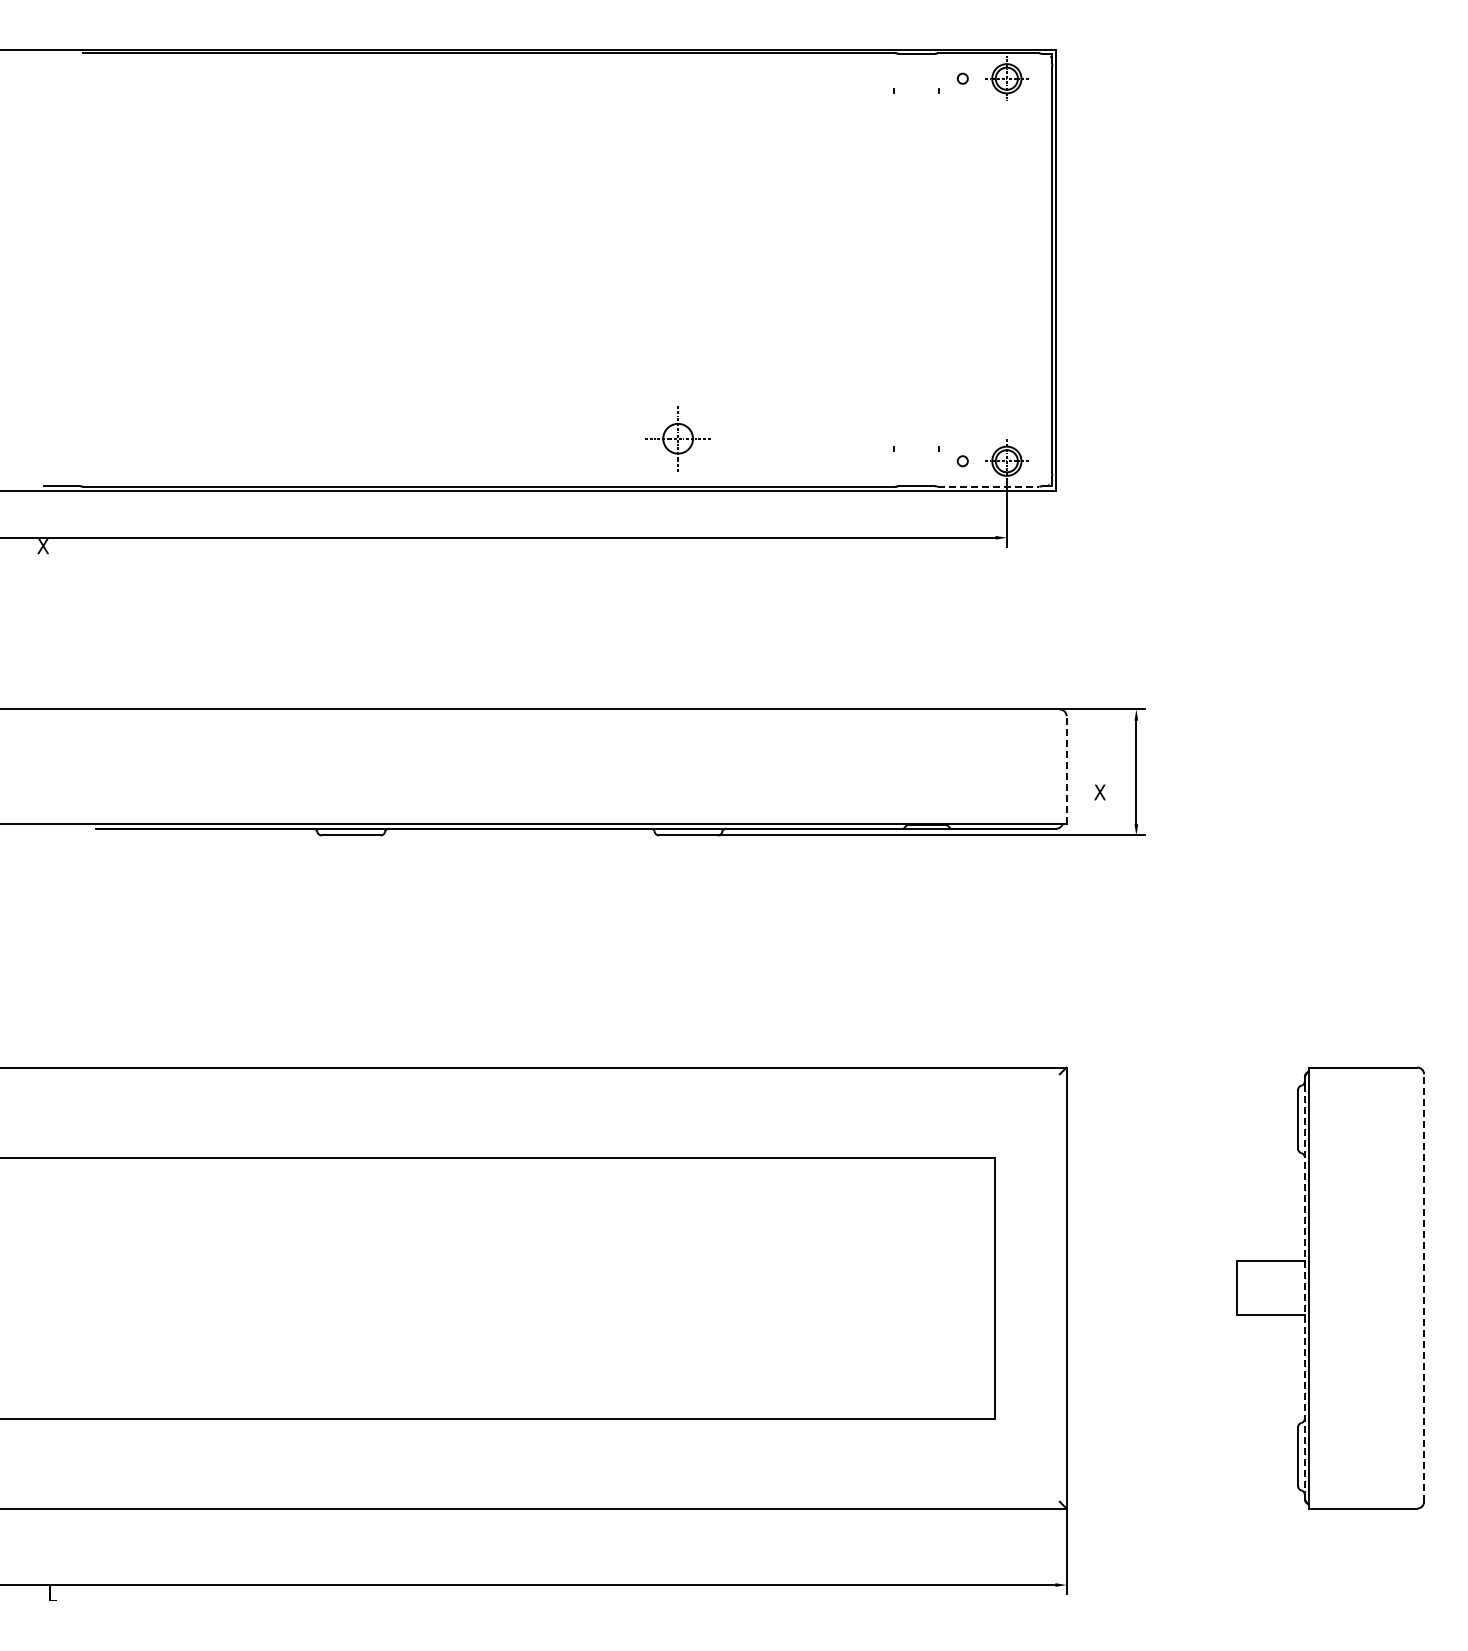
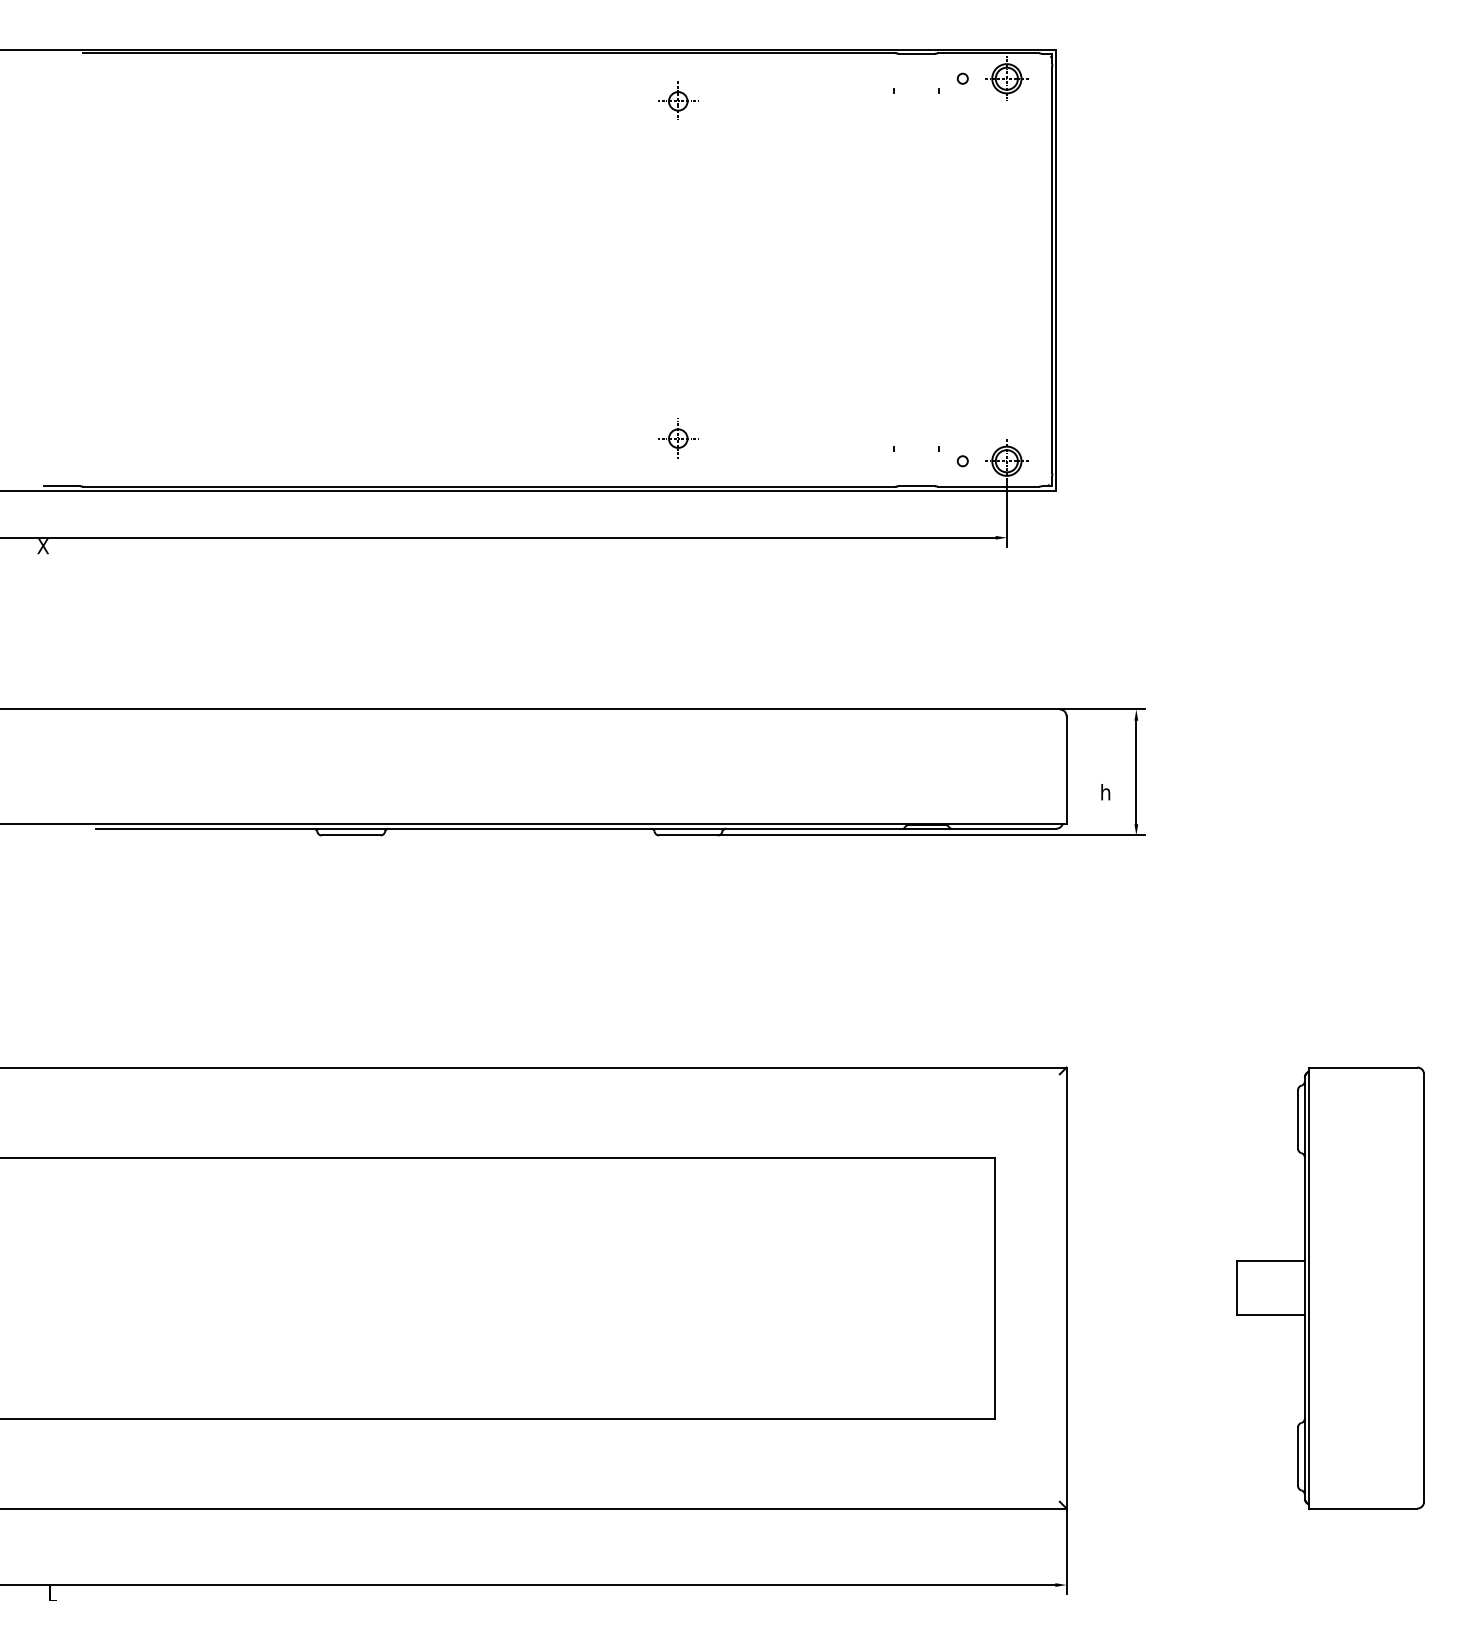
part at (678, 100): none -> present
part at (677, 438) size: 66x66 px -> 41x41 px
line at (988, 486): dashed -> solid
line at (1066, 770): dashed -> solid
text at (1102, 792): X -> h
line at (1304, 1288): dashed -> solid
line at (1424, 1288): dashed -> solid
